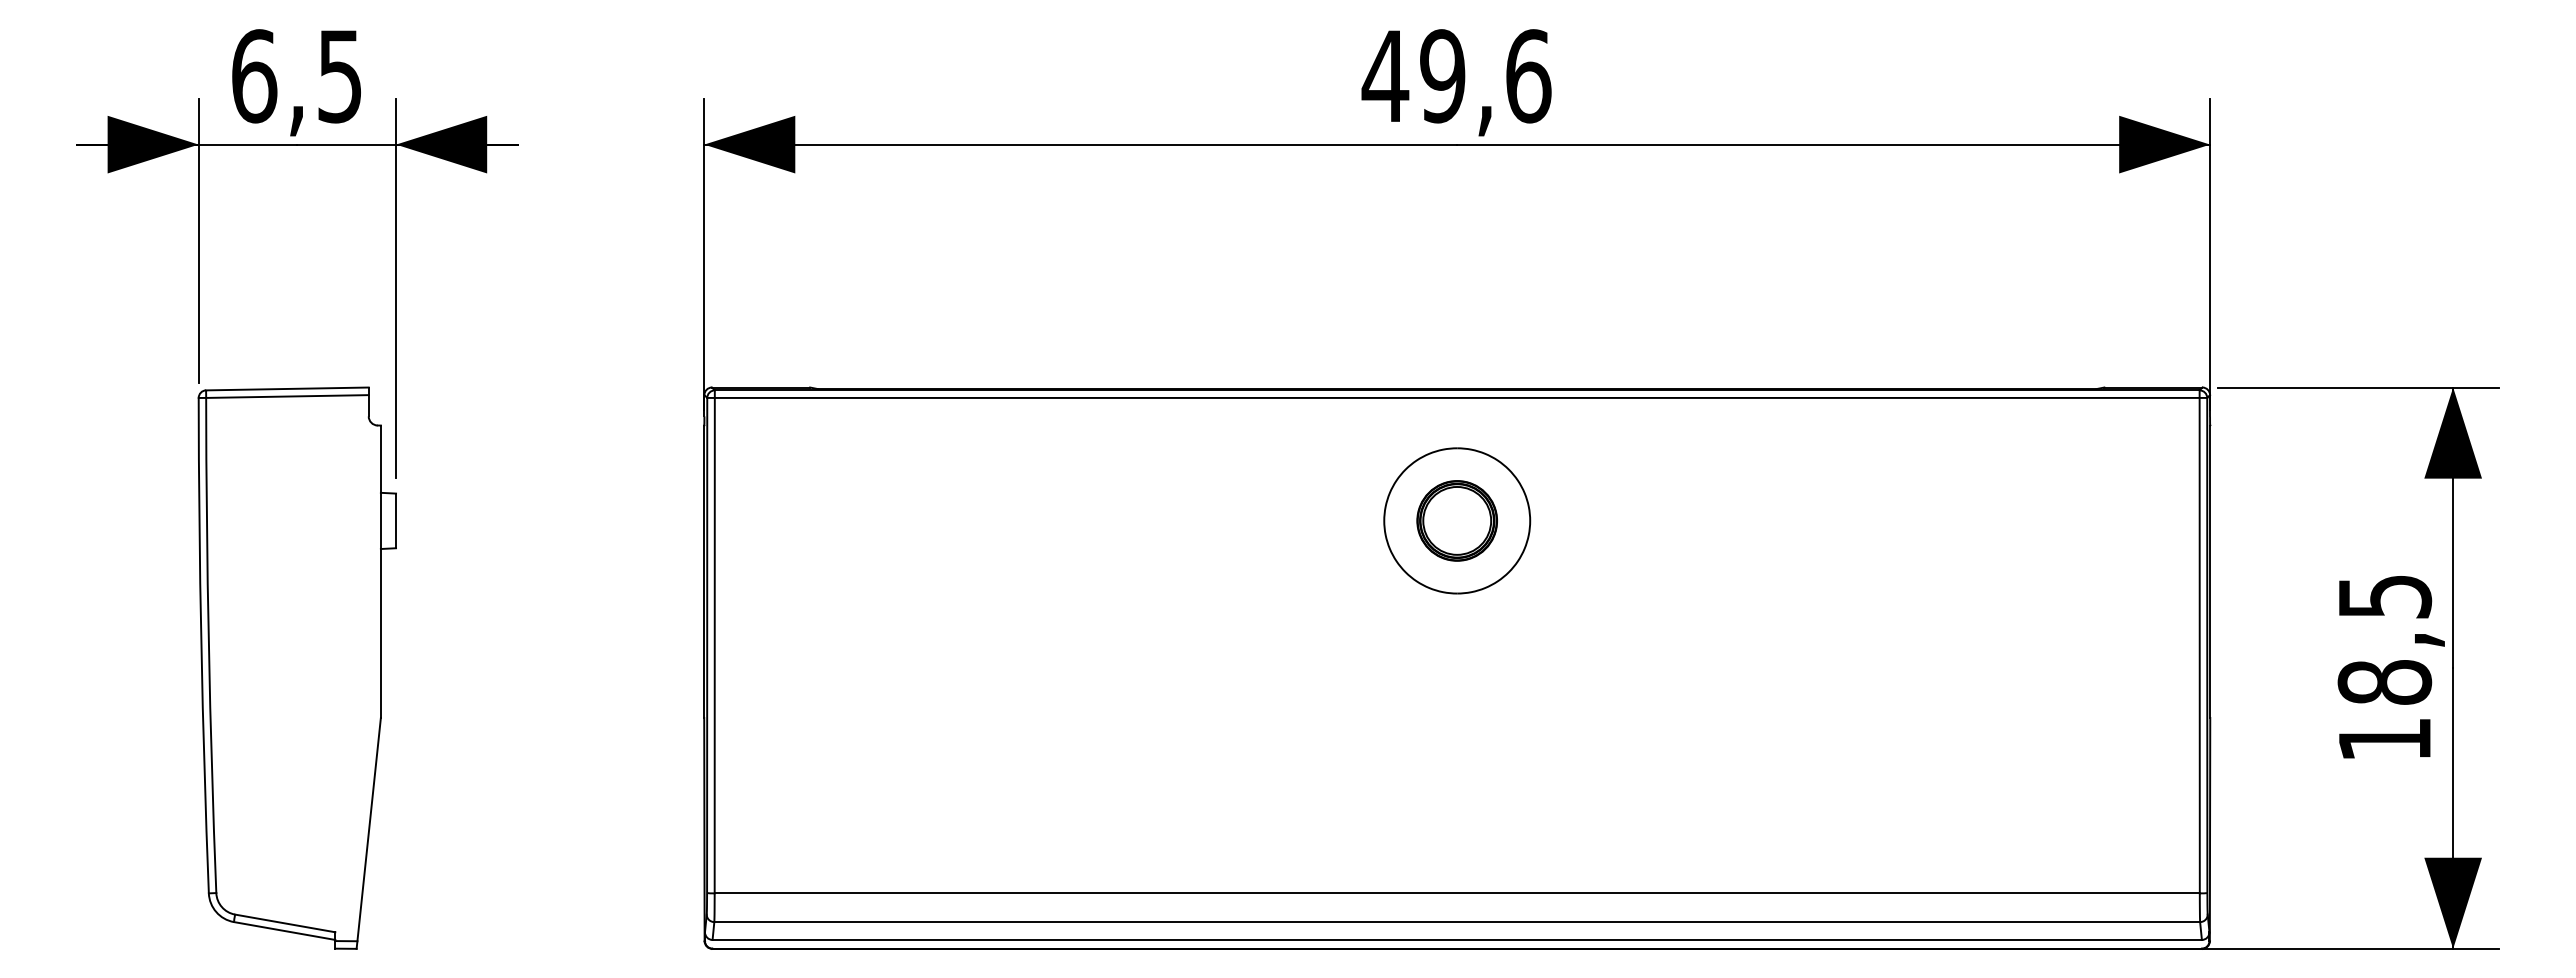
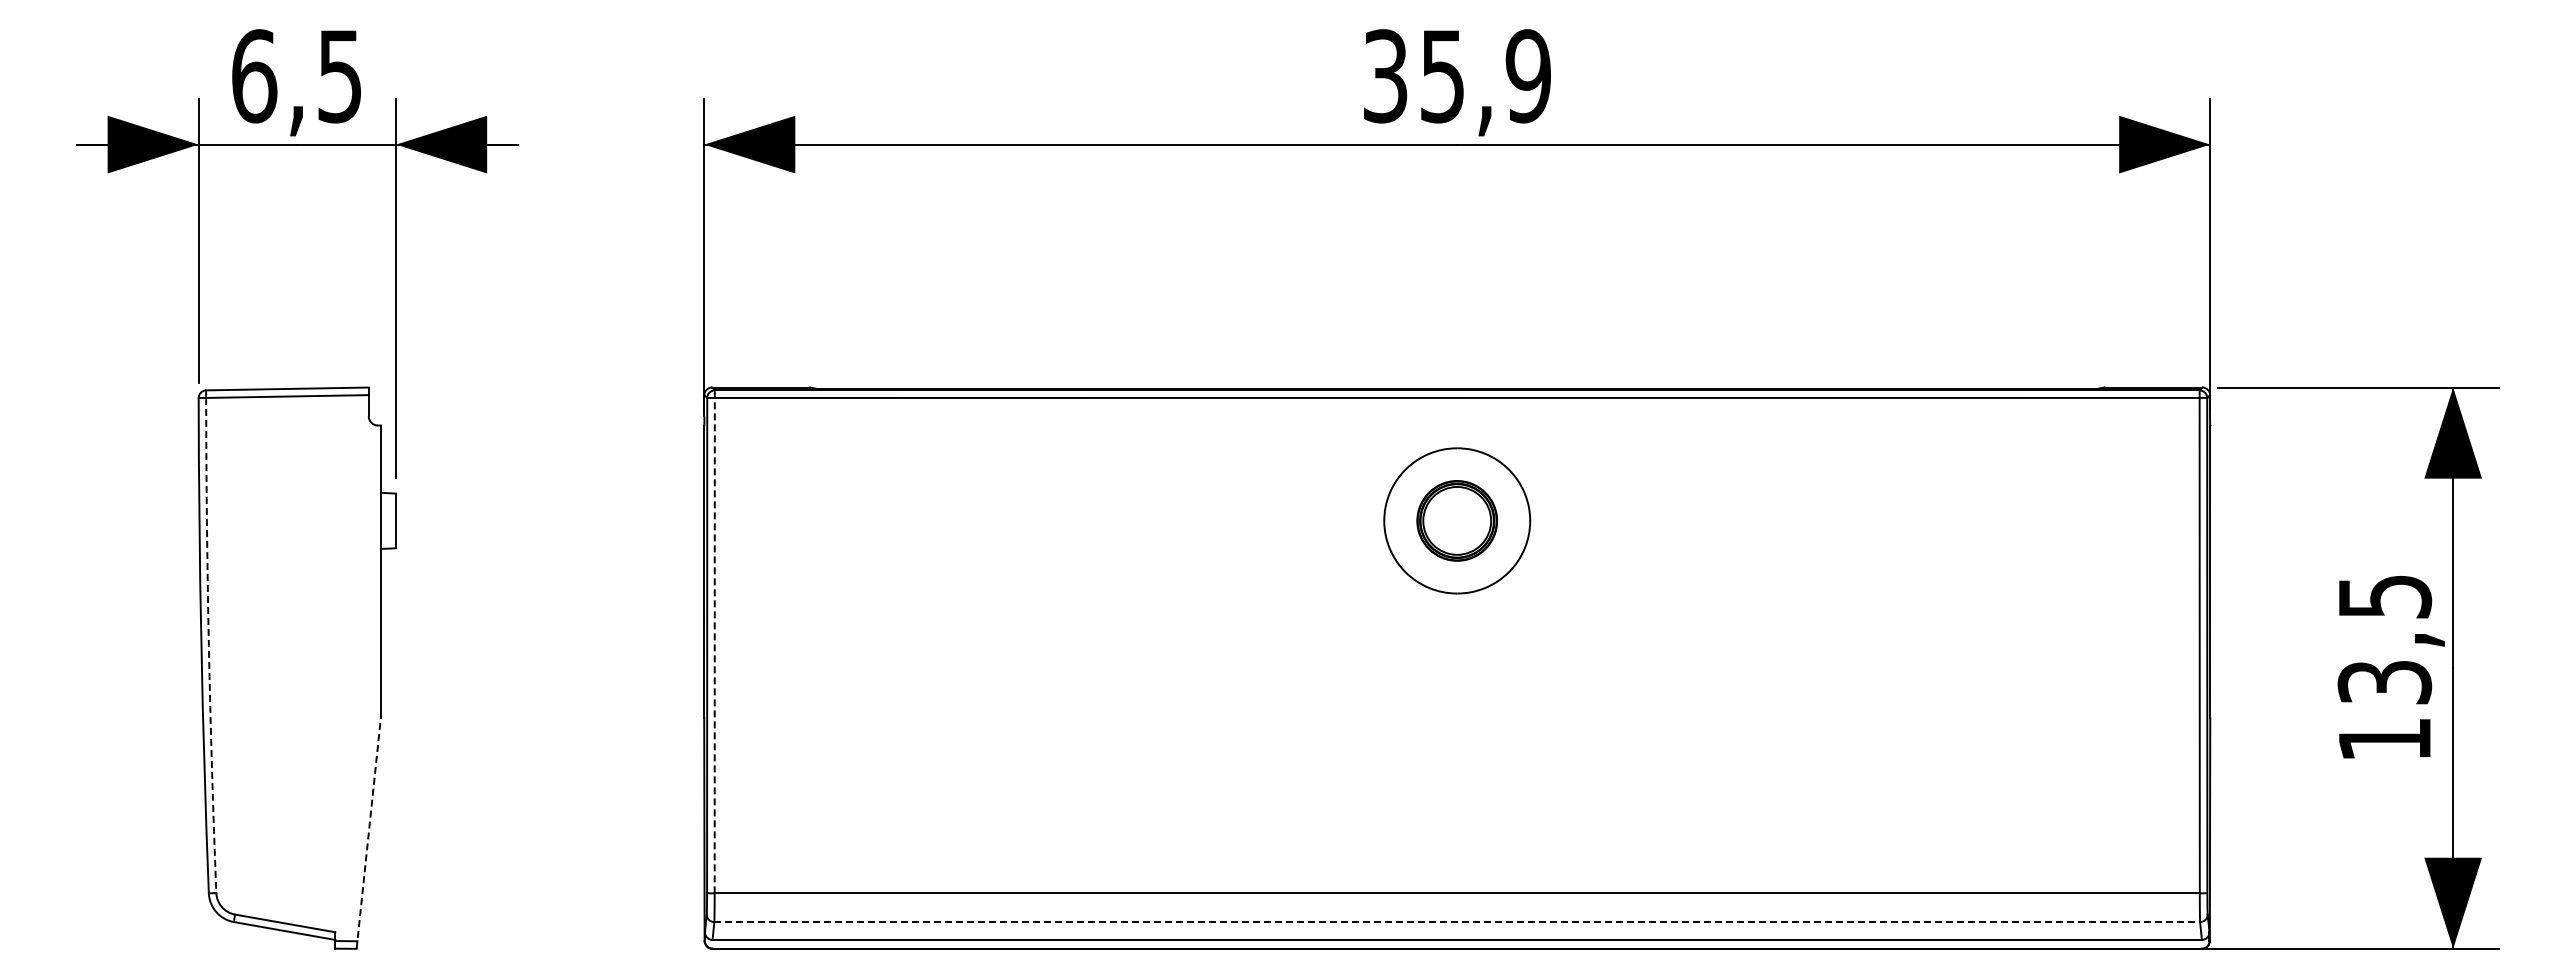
text at (1456, 76): 49,6 -> 35,9
line at (714, 641): solid -> dashed
arc at (208, 645): solid -> dashed
text at (2384, 682): 18,5 -> 13,5
line at (368, 832): solid -> dashed
line at (1457, 922): solid -> dashed
